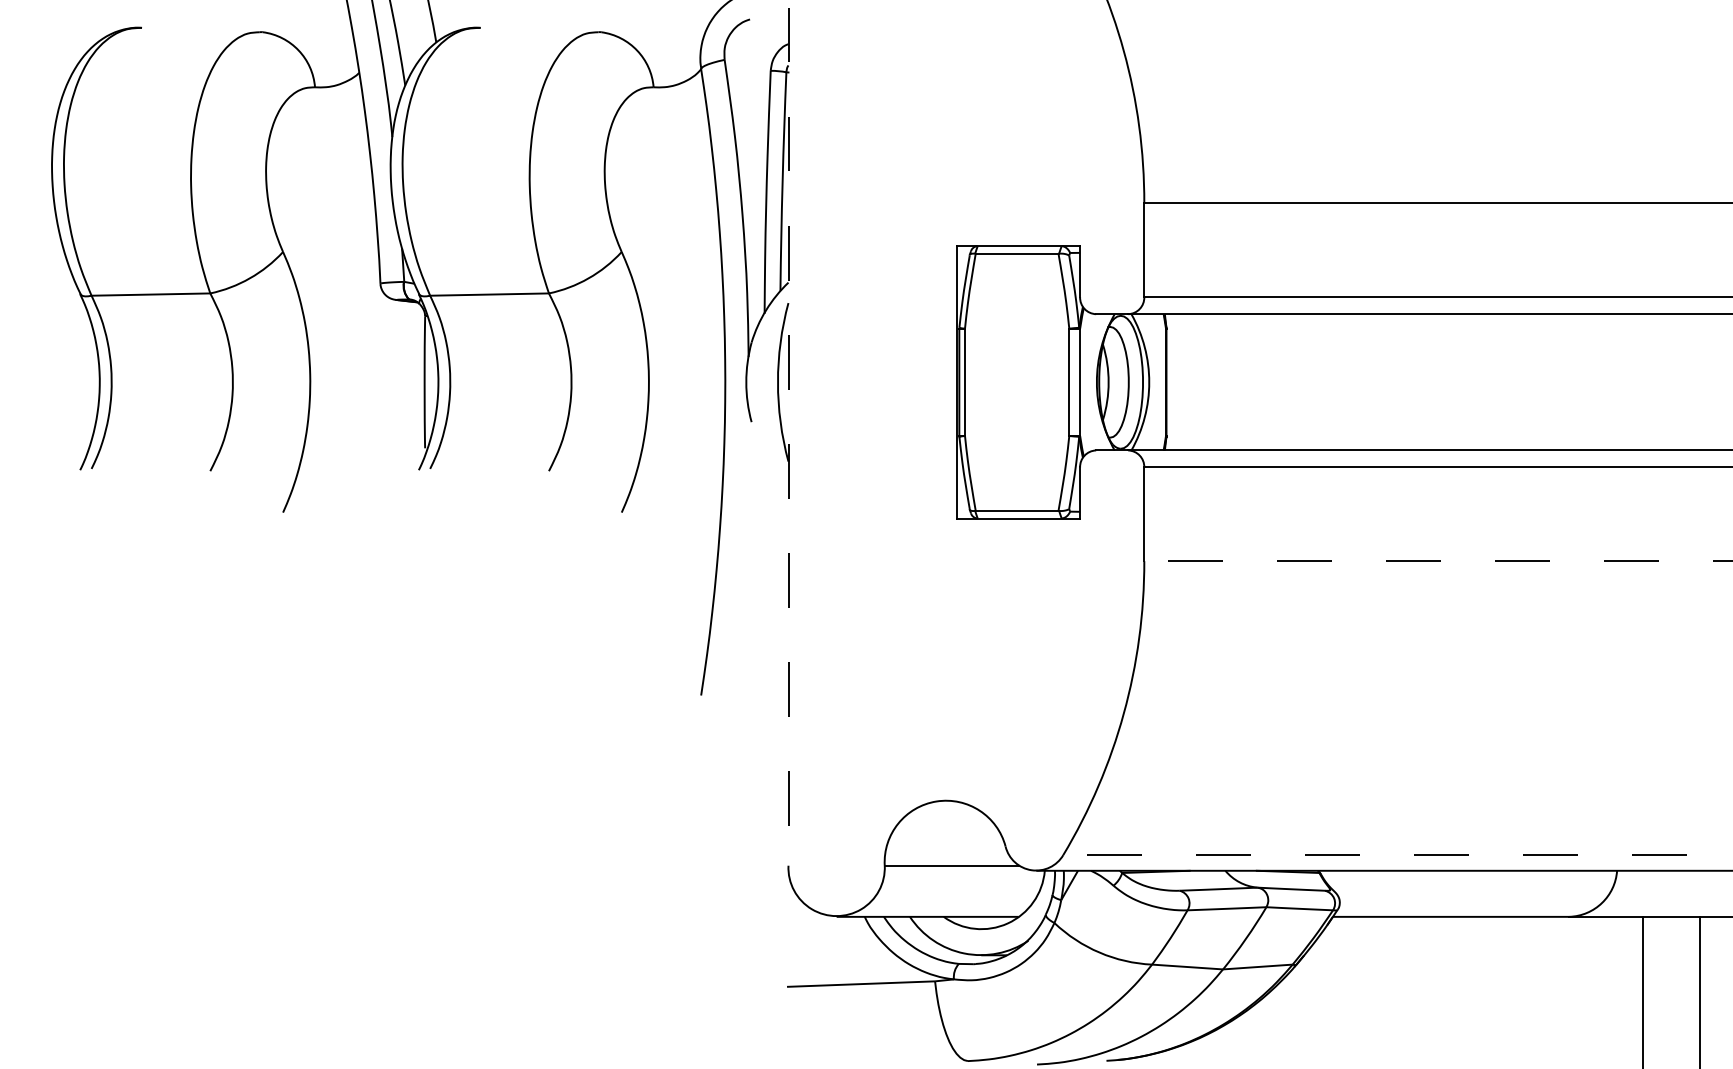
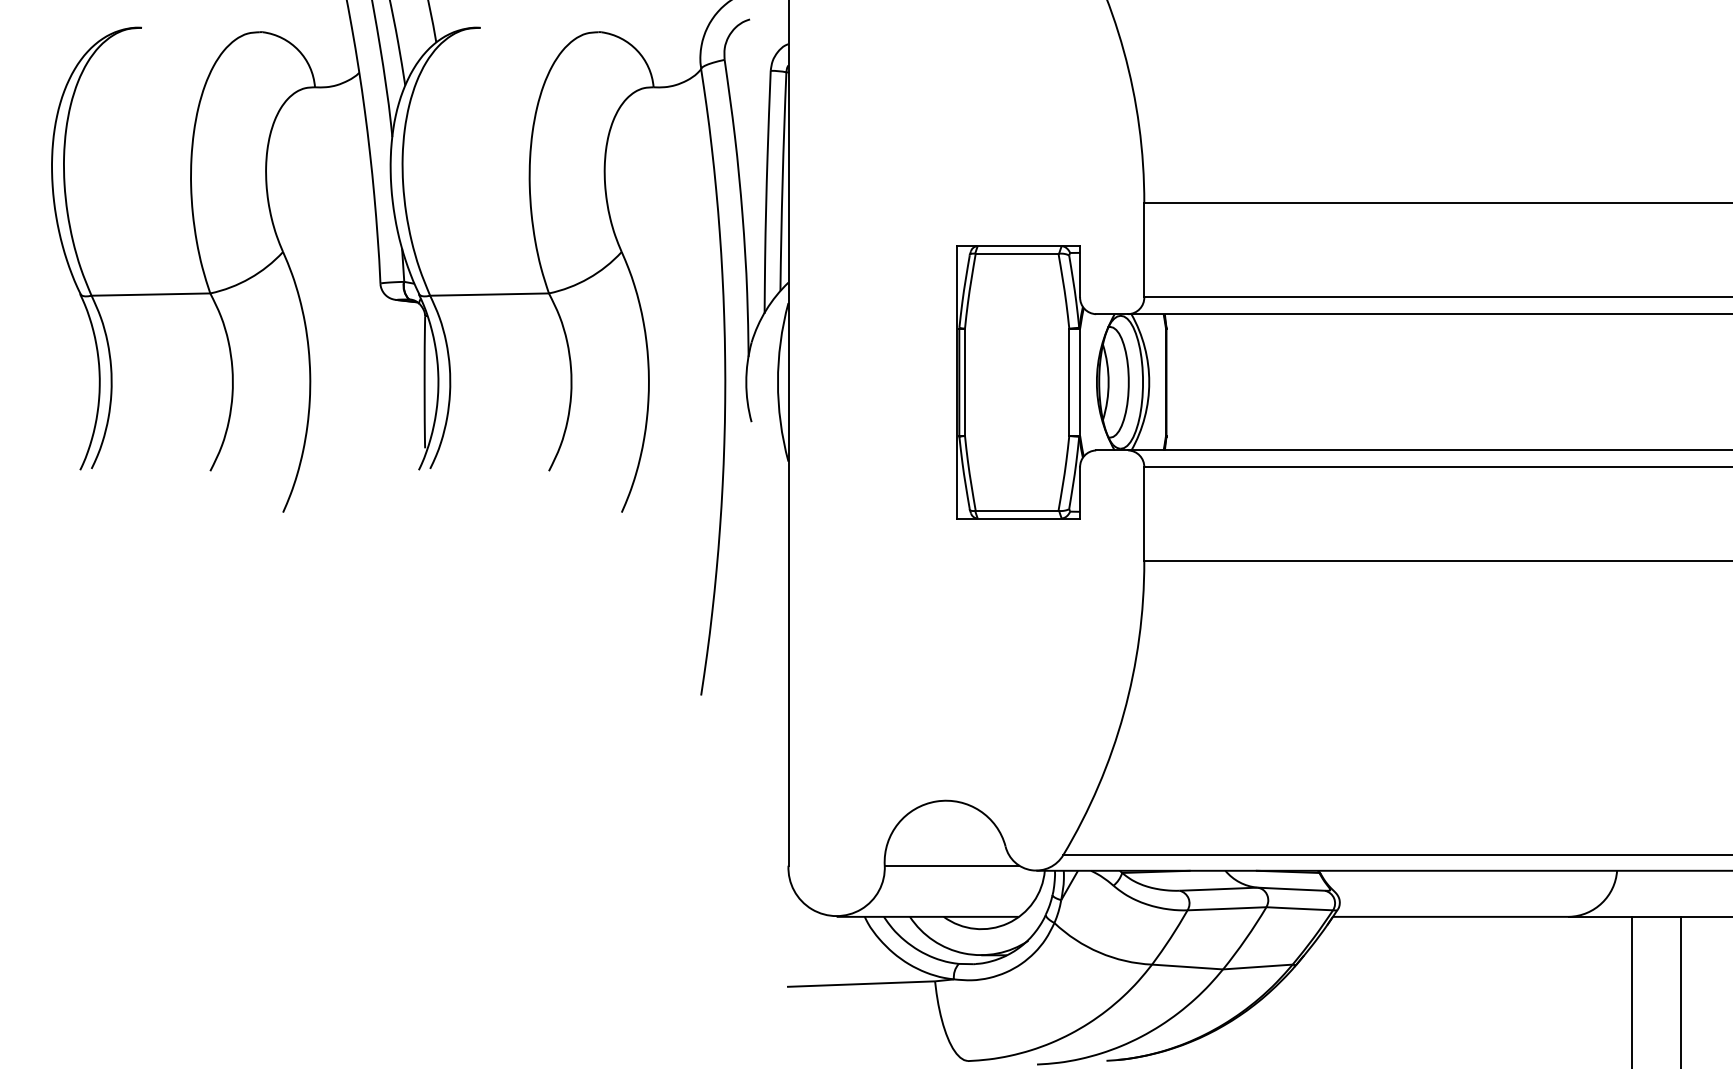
line at (788, 433): dashed -> solid
line at (1438, 561): dashed -> solid
line at (1398, 855): dashed -> solid
line at (1643, 990) position: (1643, 990) -> (1632, 990)
line at (1700, 990) position: (1700, 990) -> (1681, 990)
